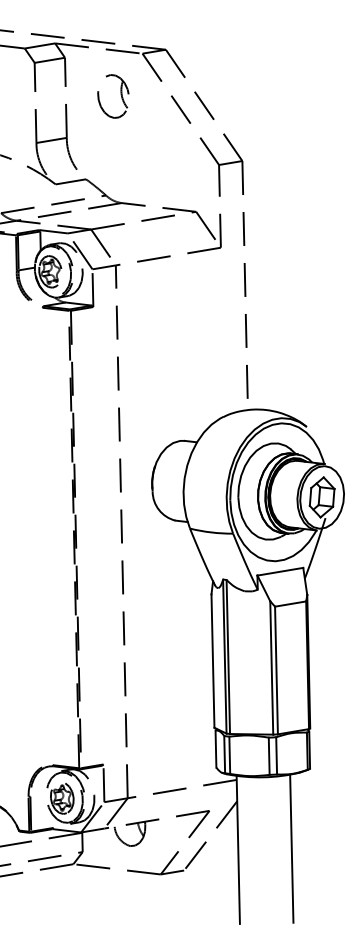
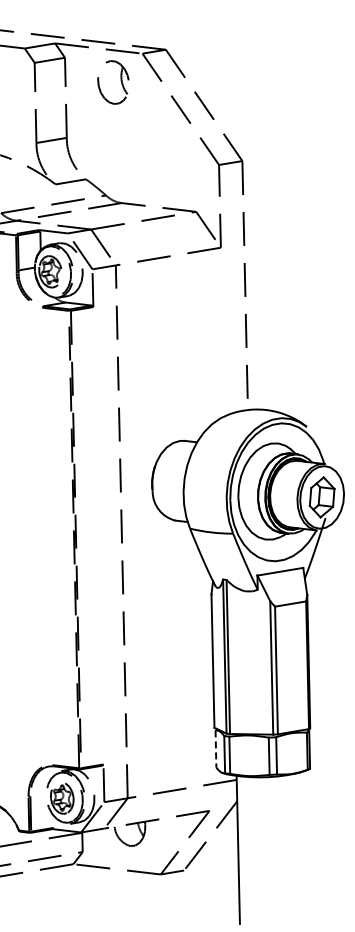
part at (120, 95) position: (120, 95) -> (120, 81)
line at (215, 749): solid -> dashed
line at (291, 848): present -> none
